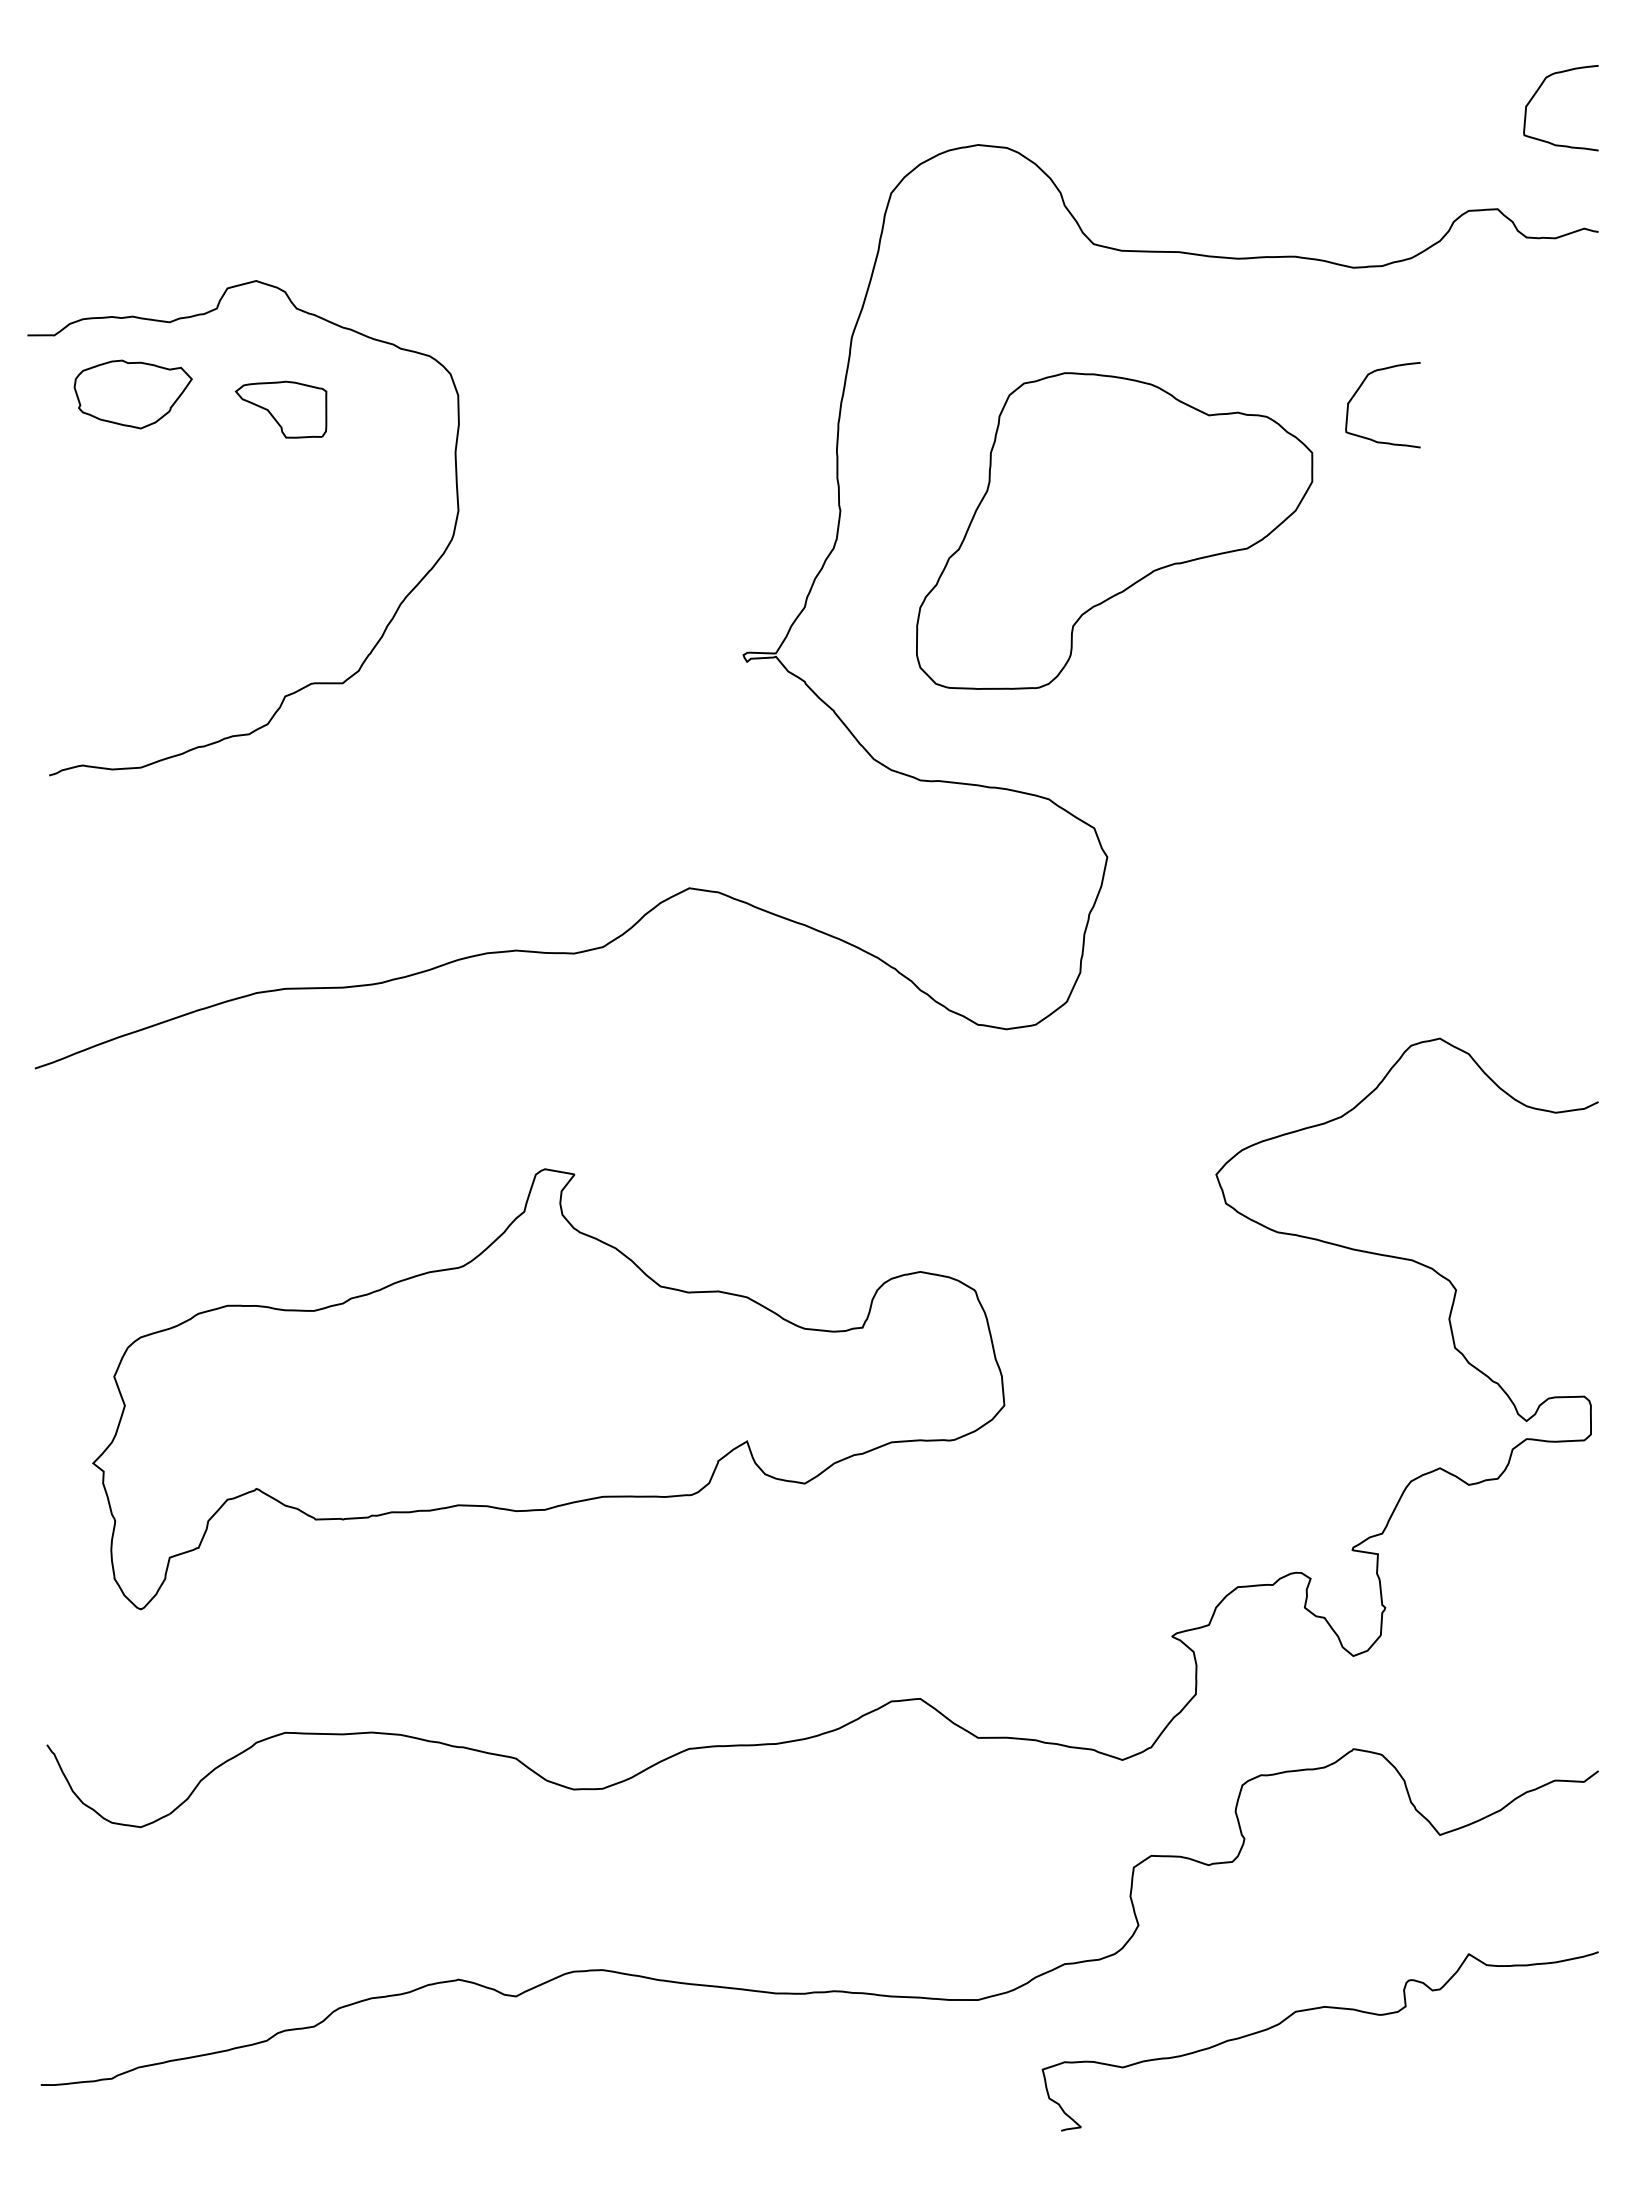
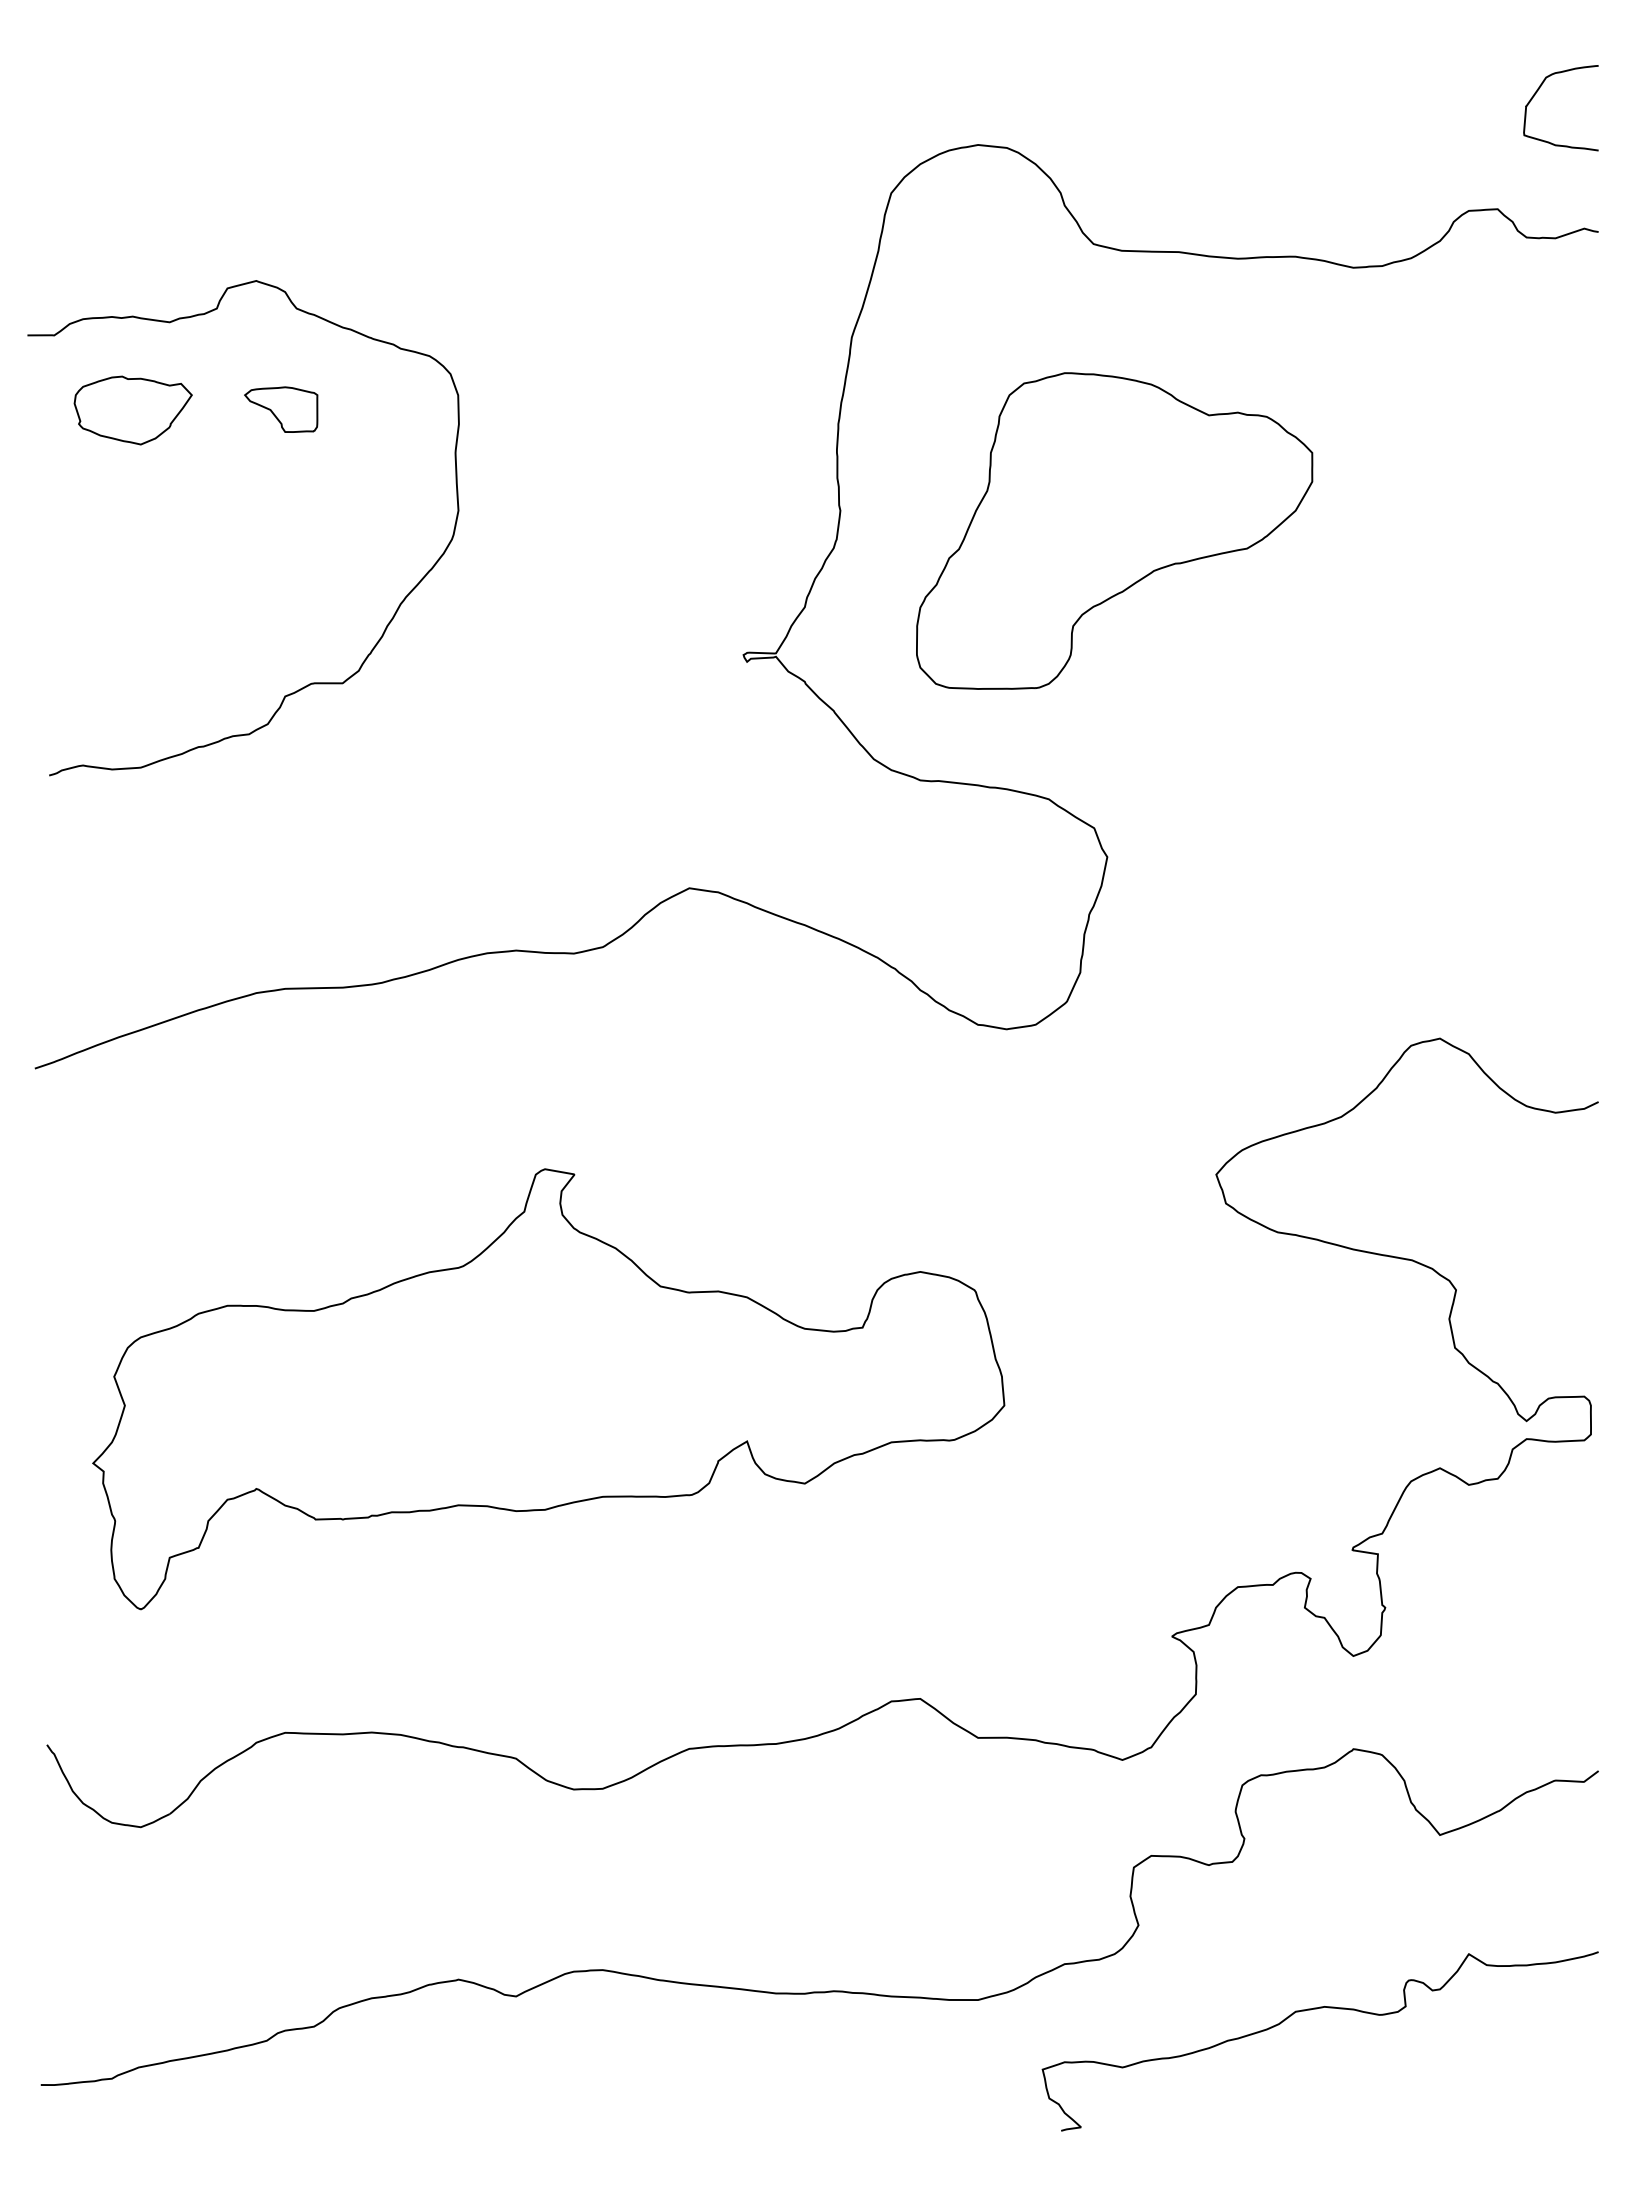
curve at (1359, 389): present -> none
part at (132, 394) position: (132, 394) -> (132, 410)
part at (280, 409) size: 94x59 px -> 75x47 px
